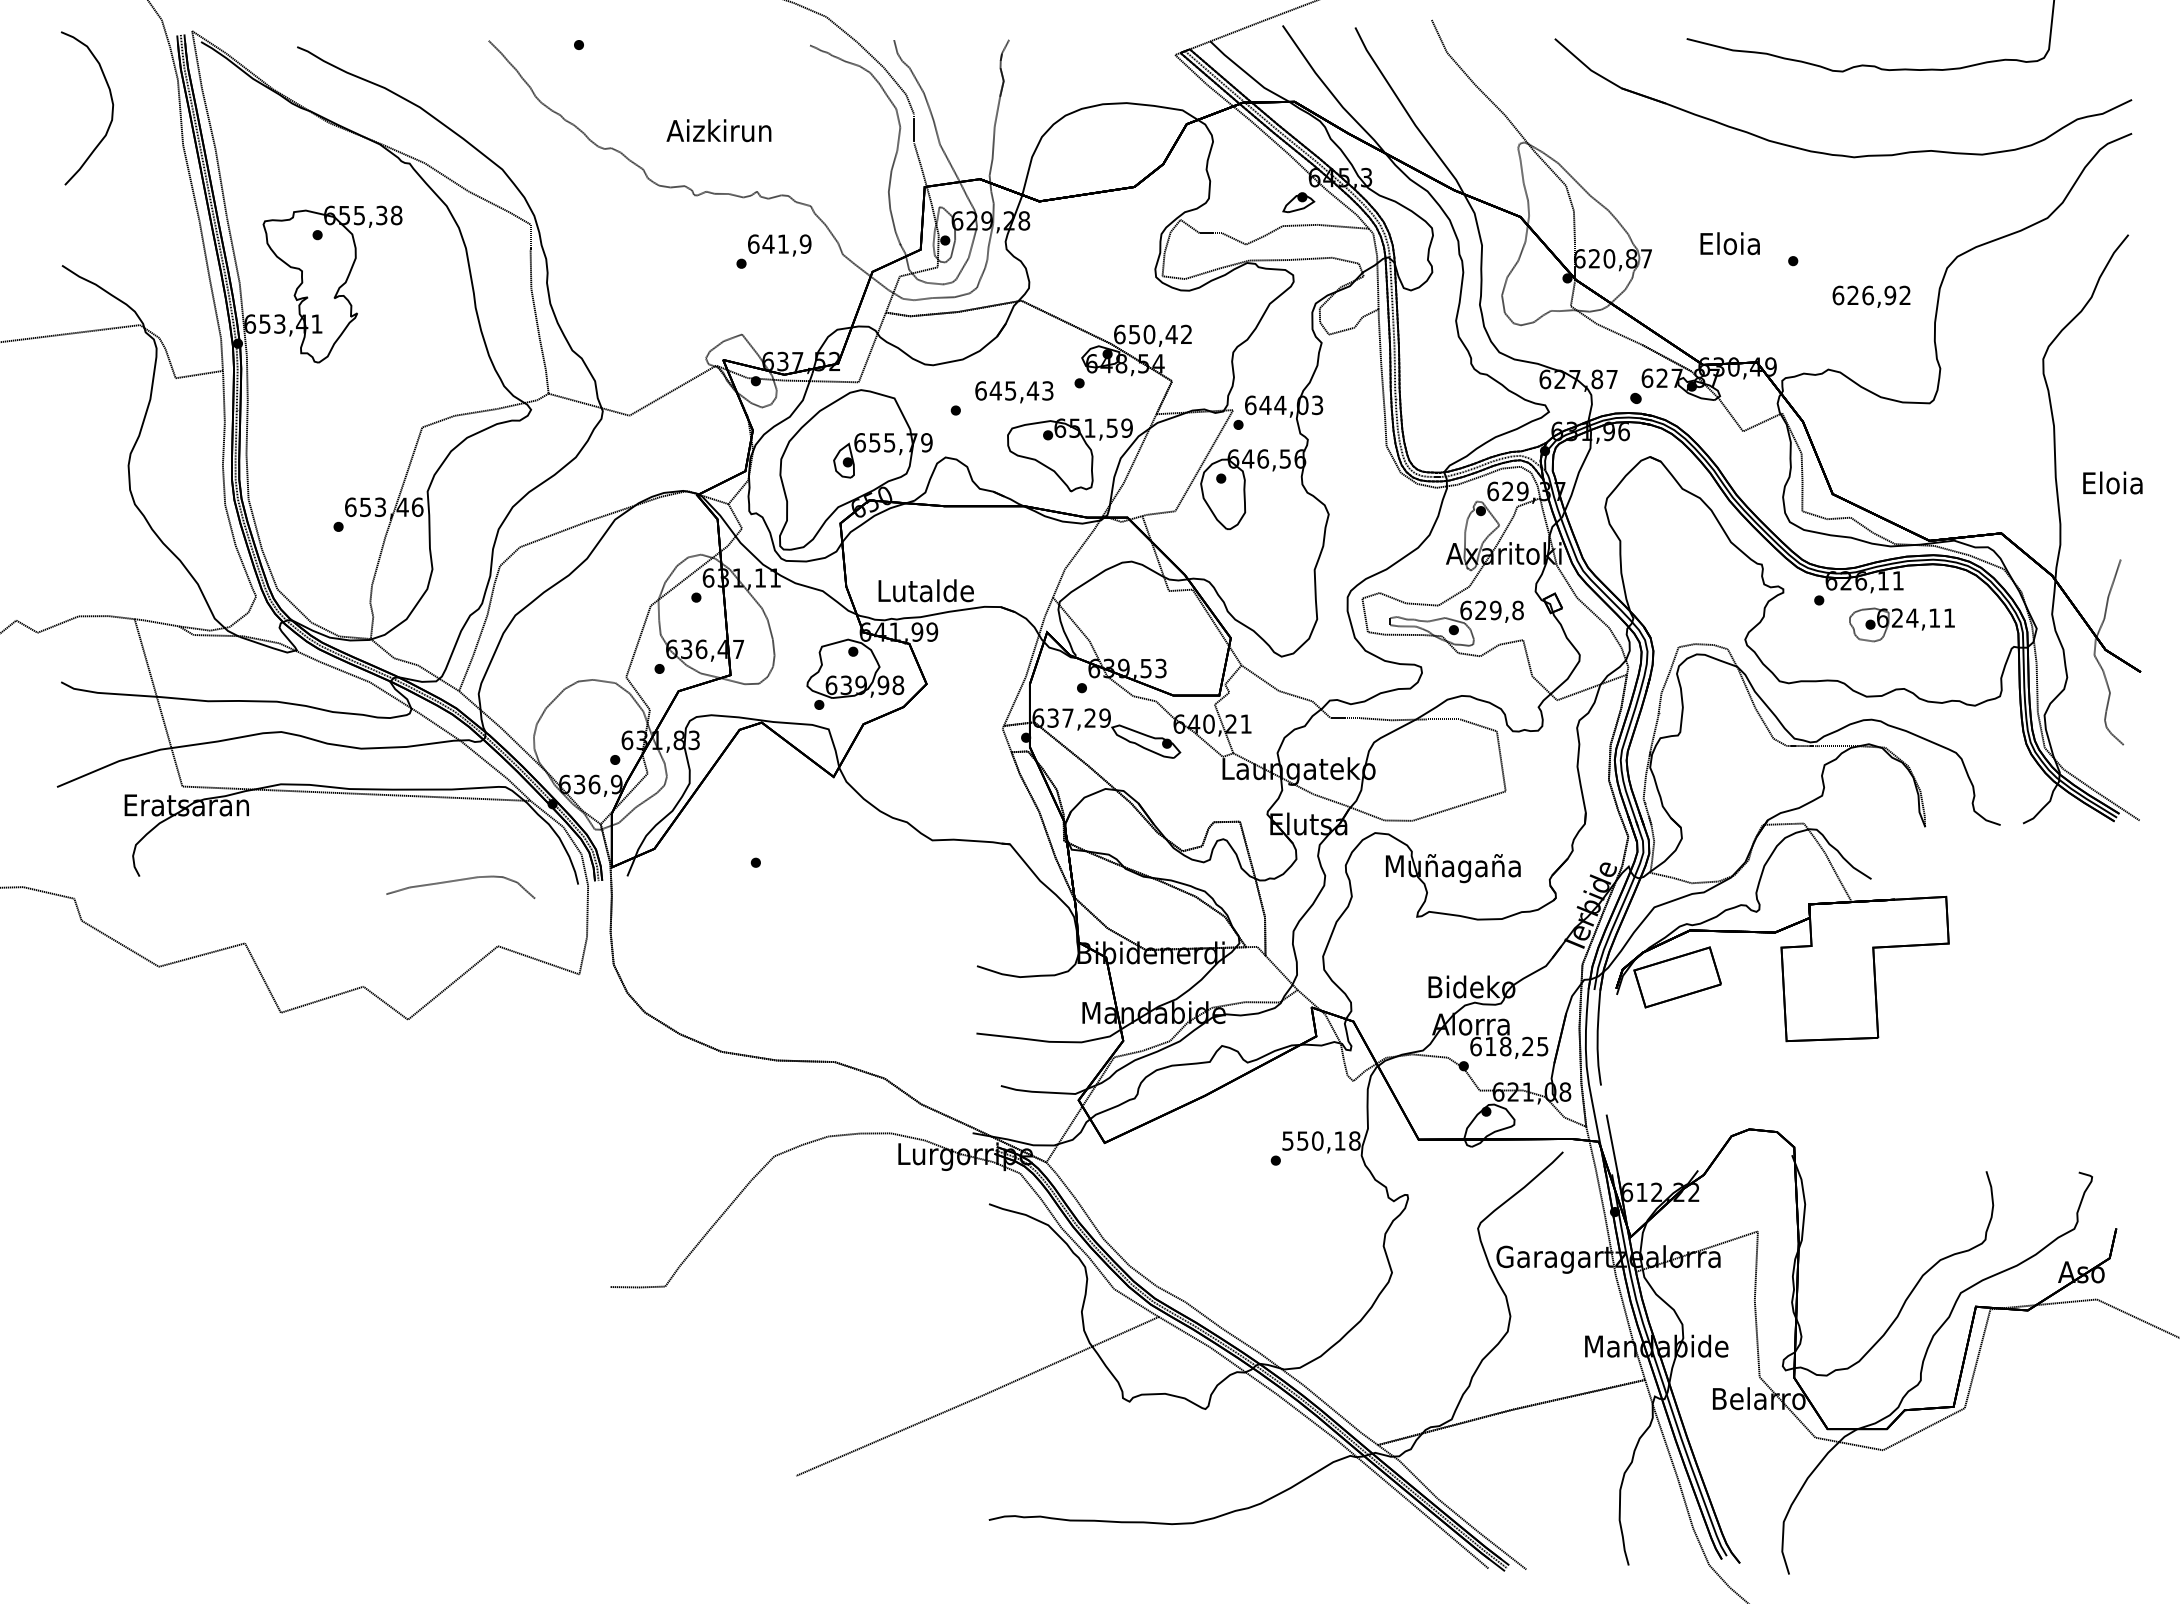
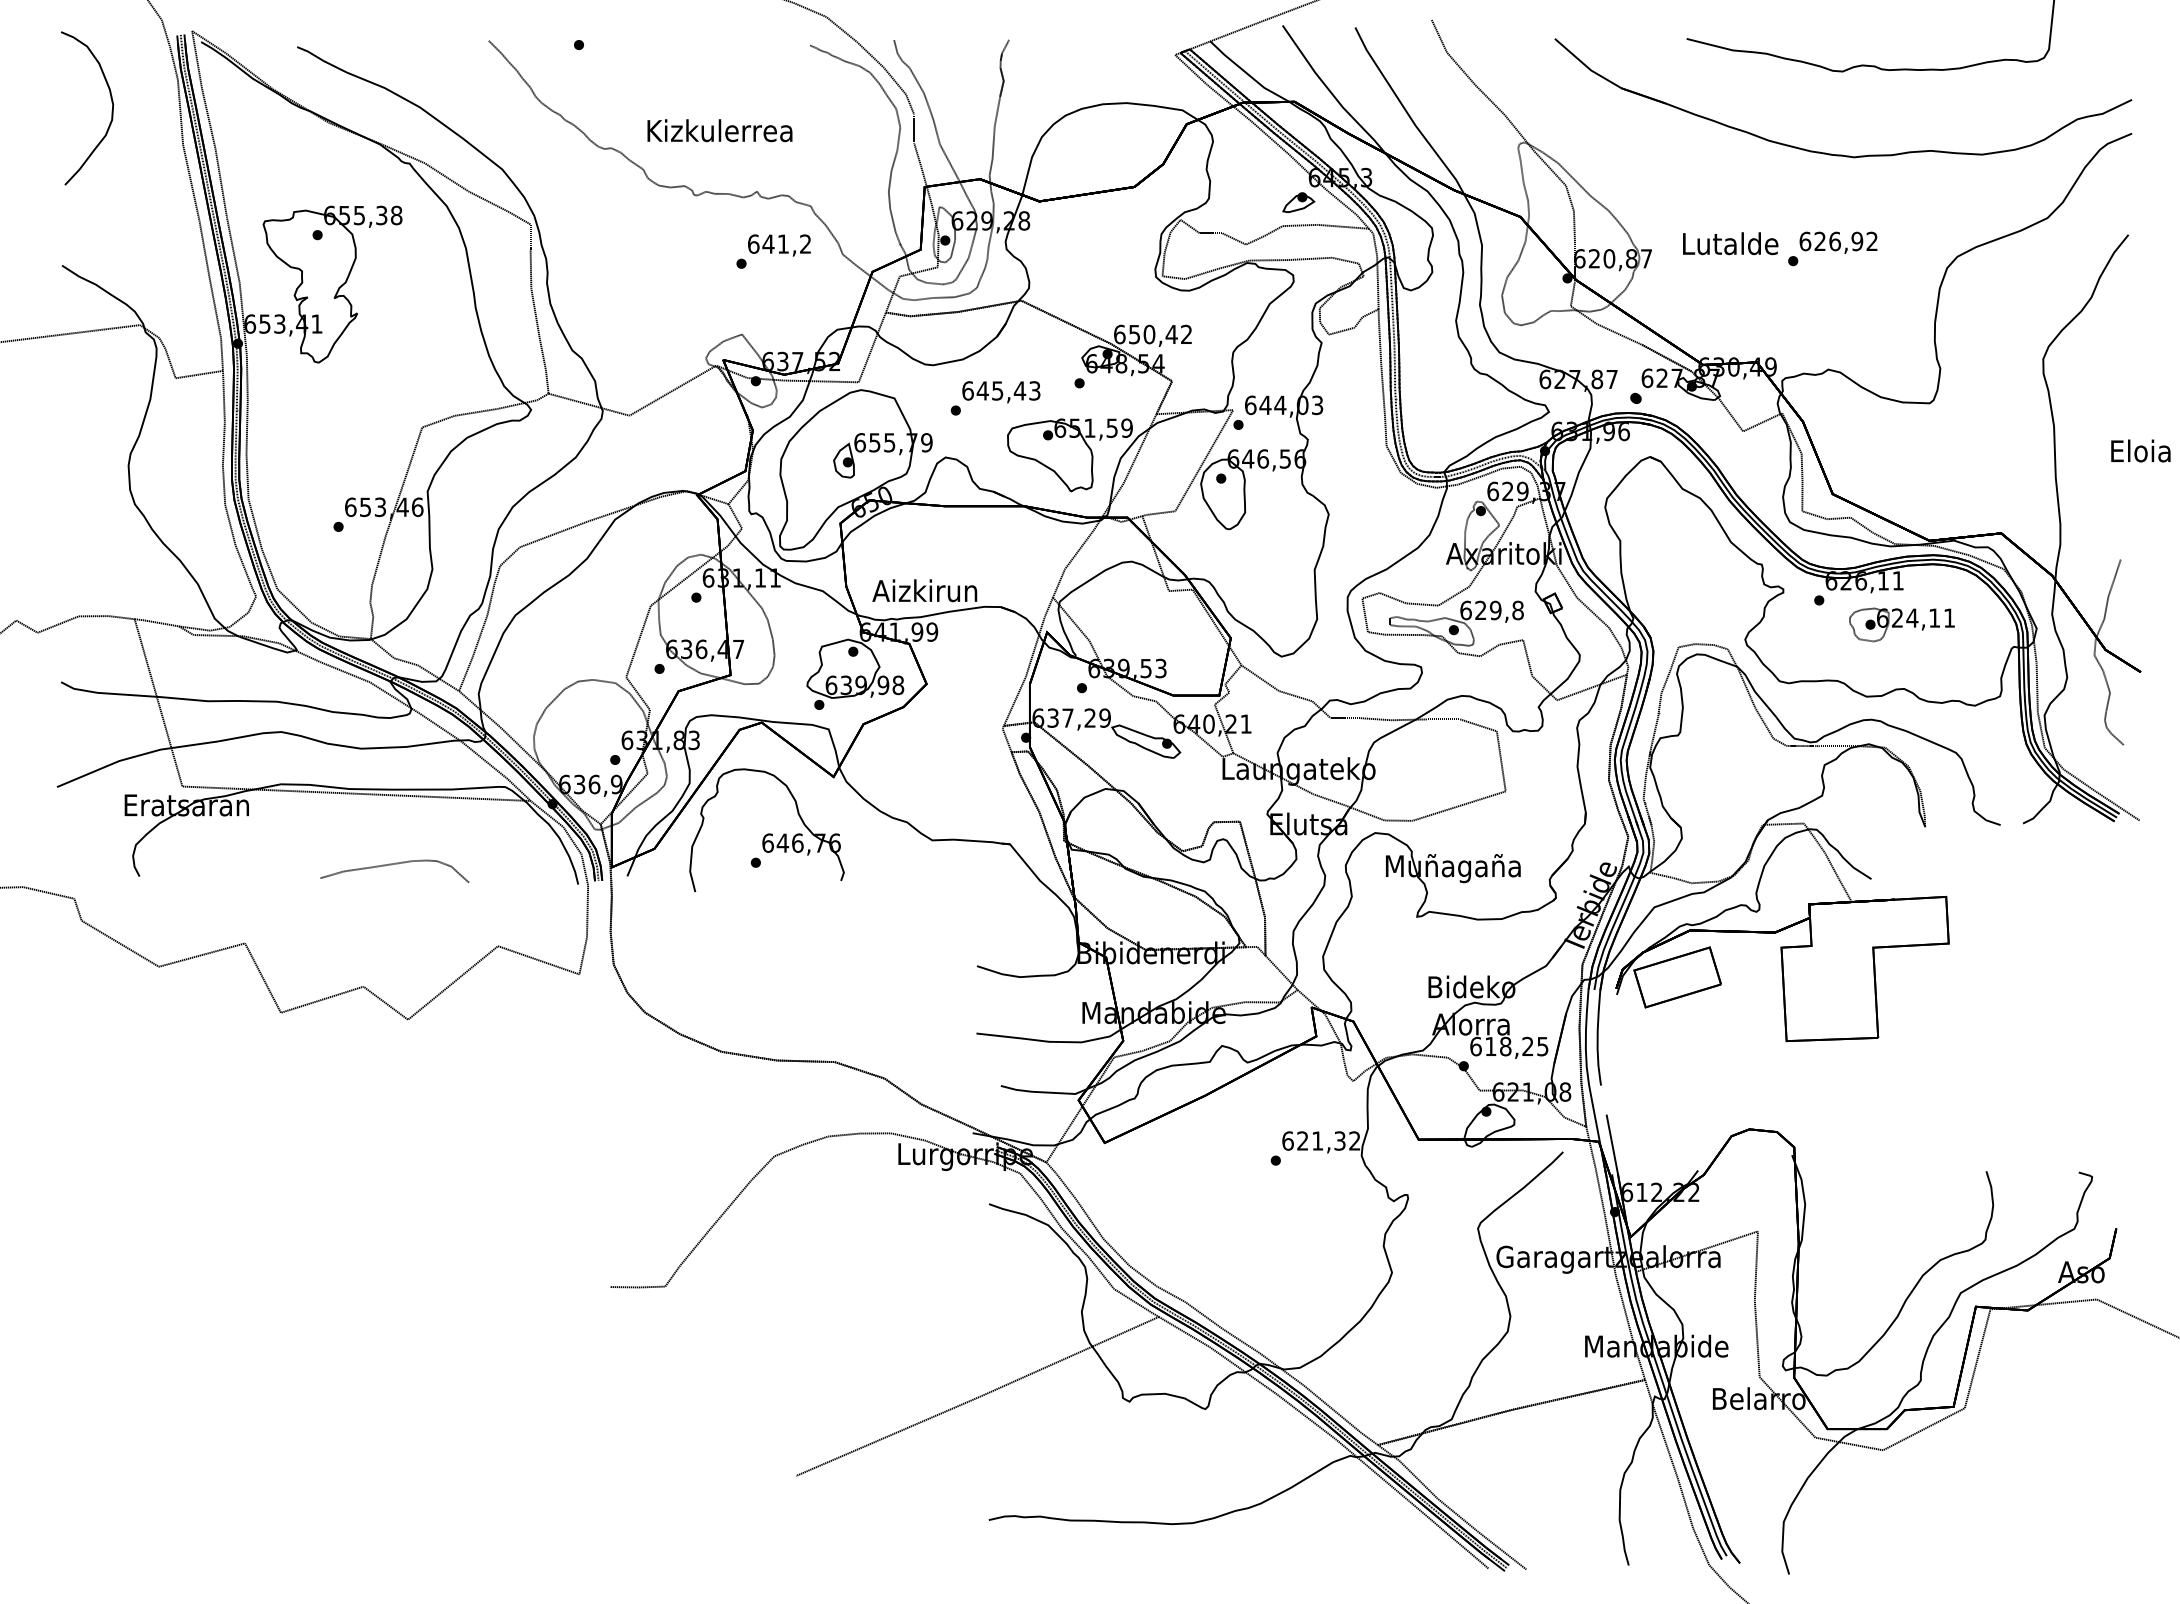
text at (719, 130): Aizkirun -> Kizkulerrea
text at (805, 243): 641,9 -> 641,2
text at (1730, 243): Eloia -> Lutalde
text at (1871, 296) position: (1871, 296) -> (1838, 242)
text at (1014, 392) position: (1014, 392) -> (1001, 392)
text at (2112, 482) position: (2112, 482) -> (2140, 450)
text at (924, 590): Lutalde -> Aizkirun
part at (766, 830): none -> present
curve at (457, 881) position: (457, 881) -> (391, 865)
text at (1321, 1140): 550,18 -> 621,32
